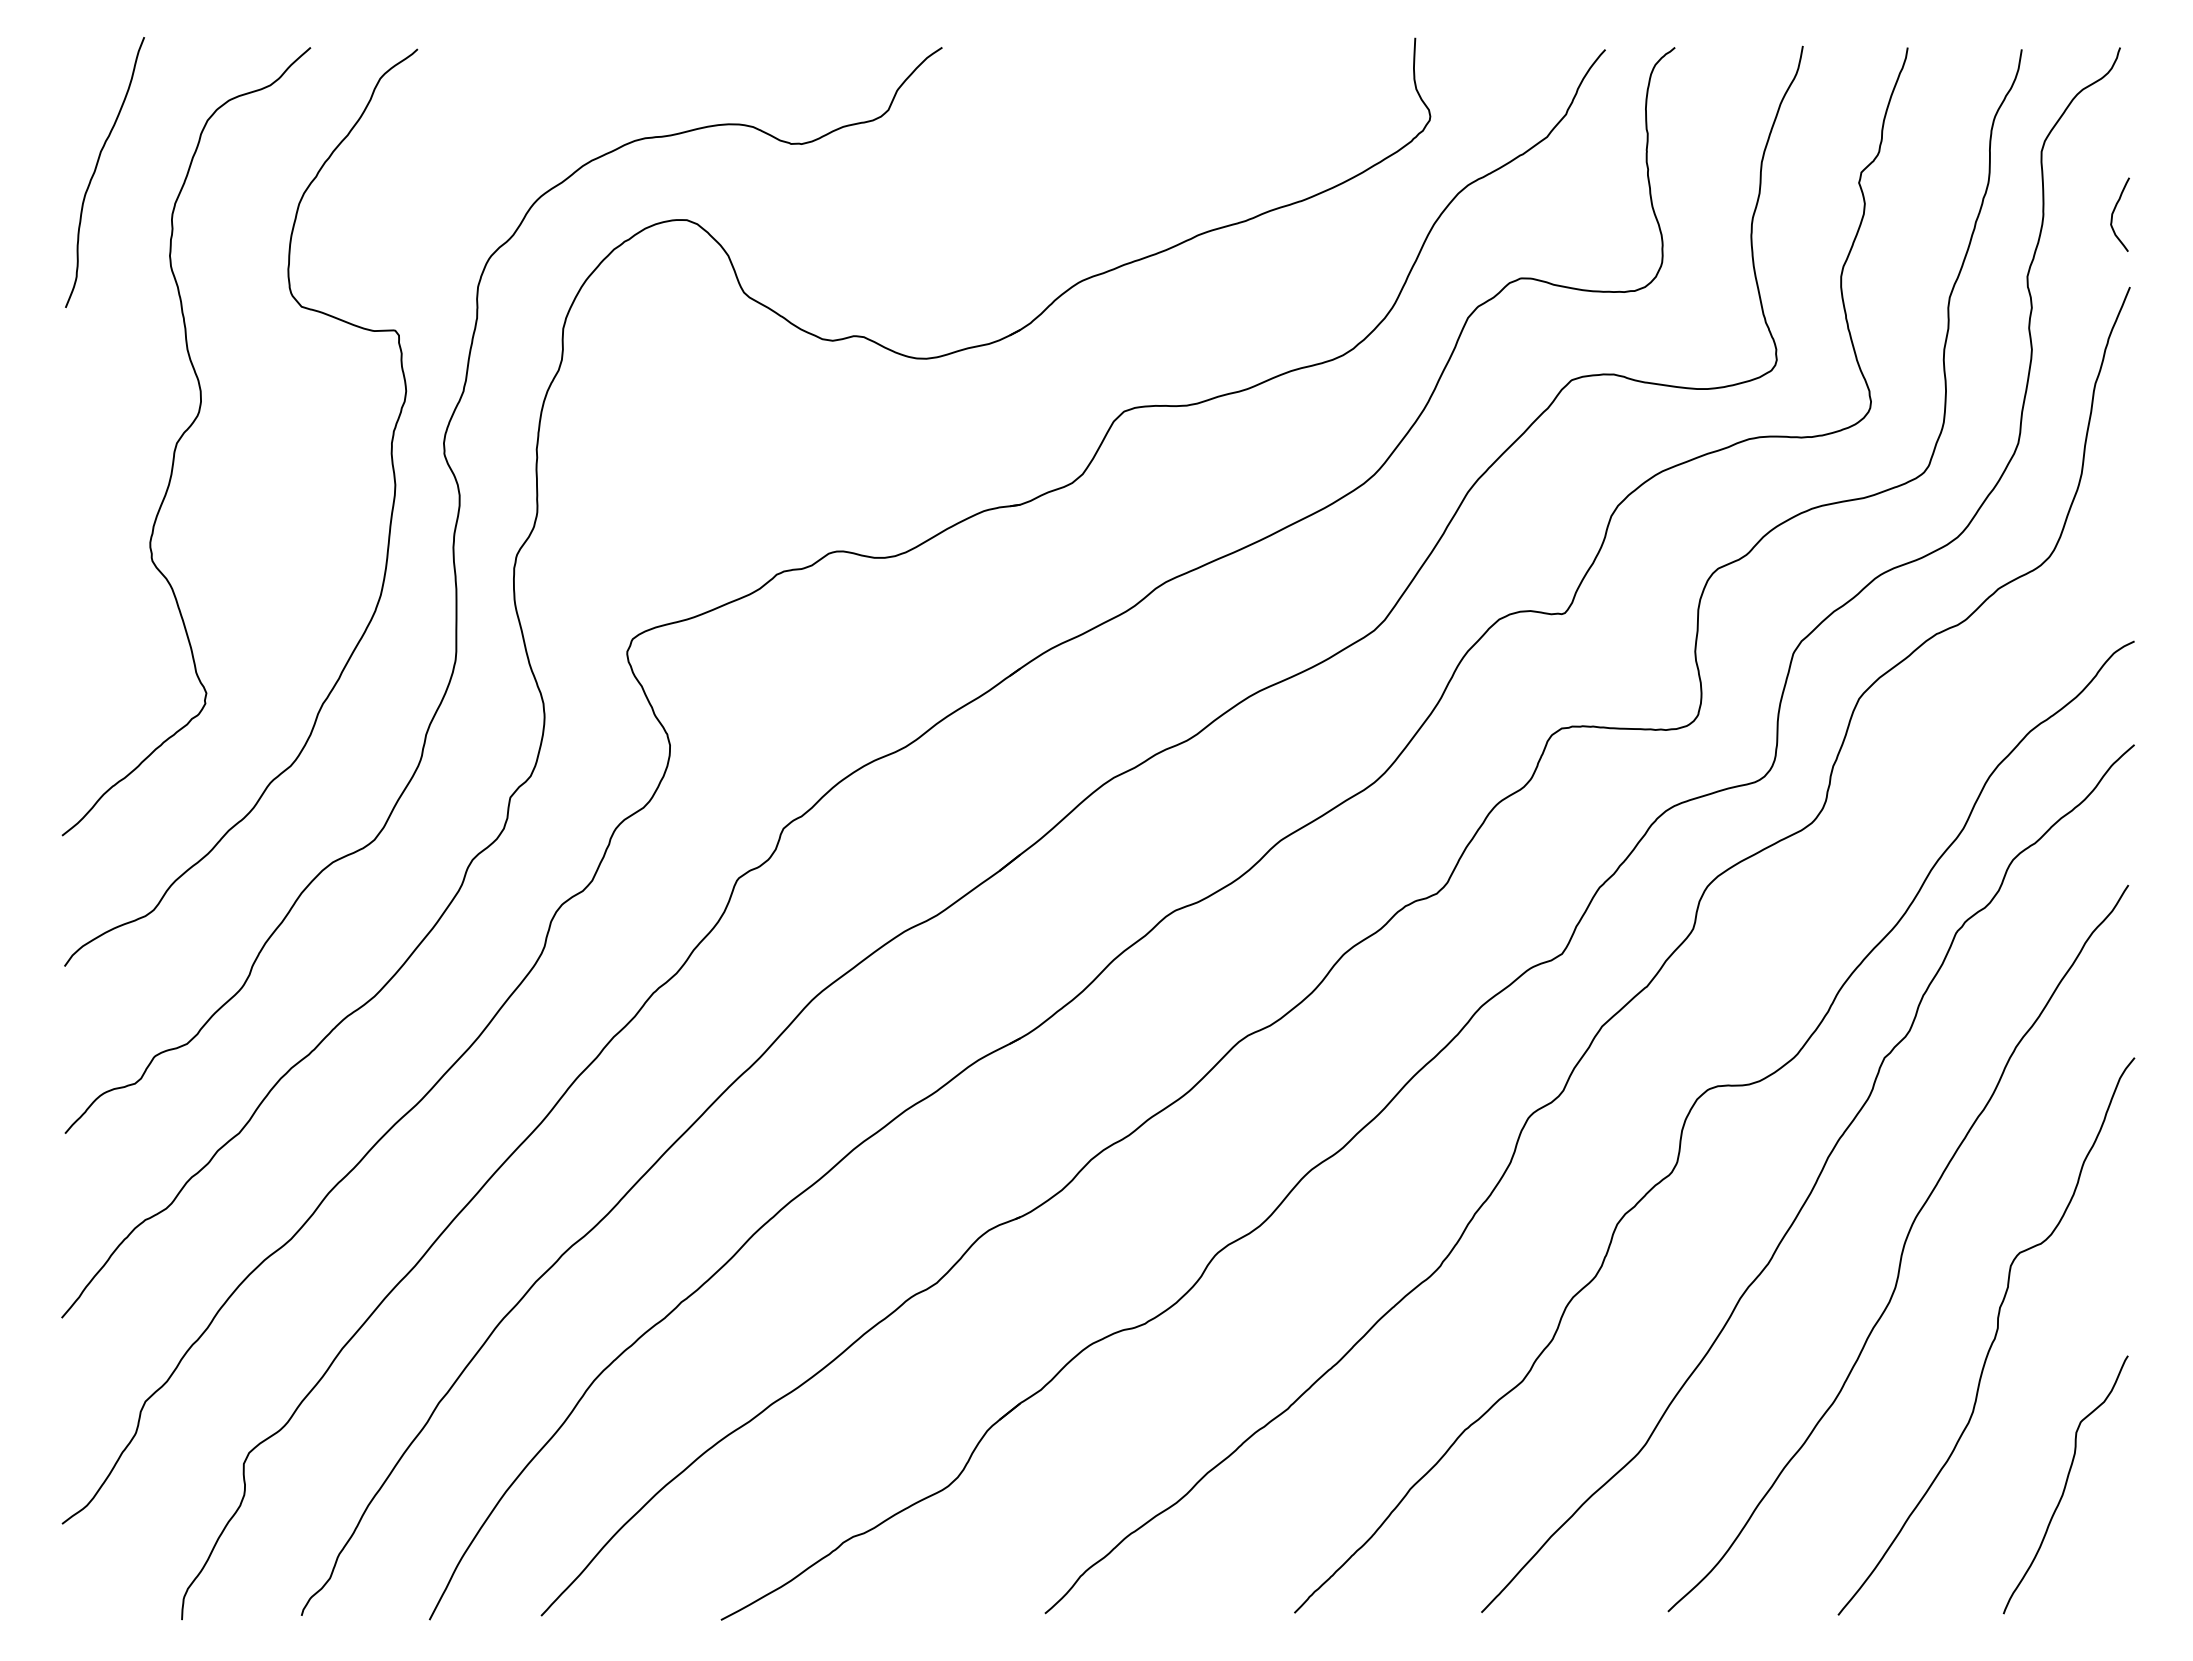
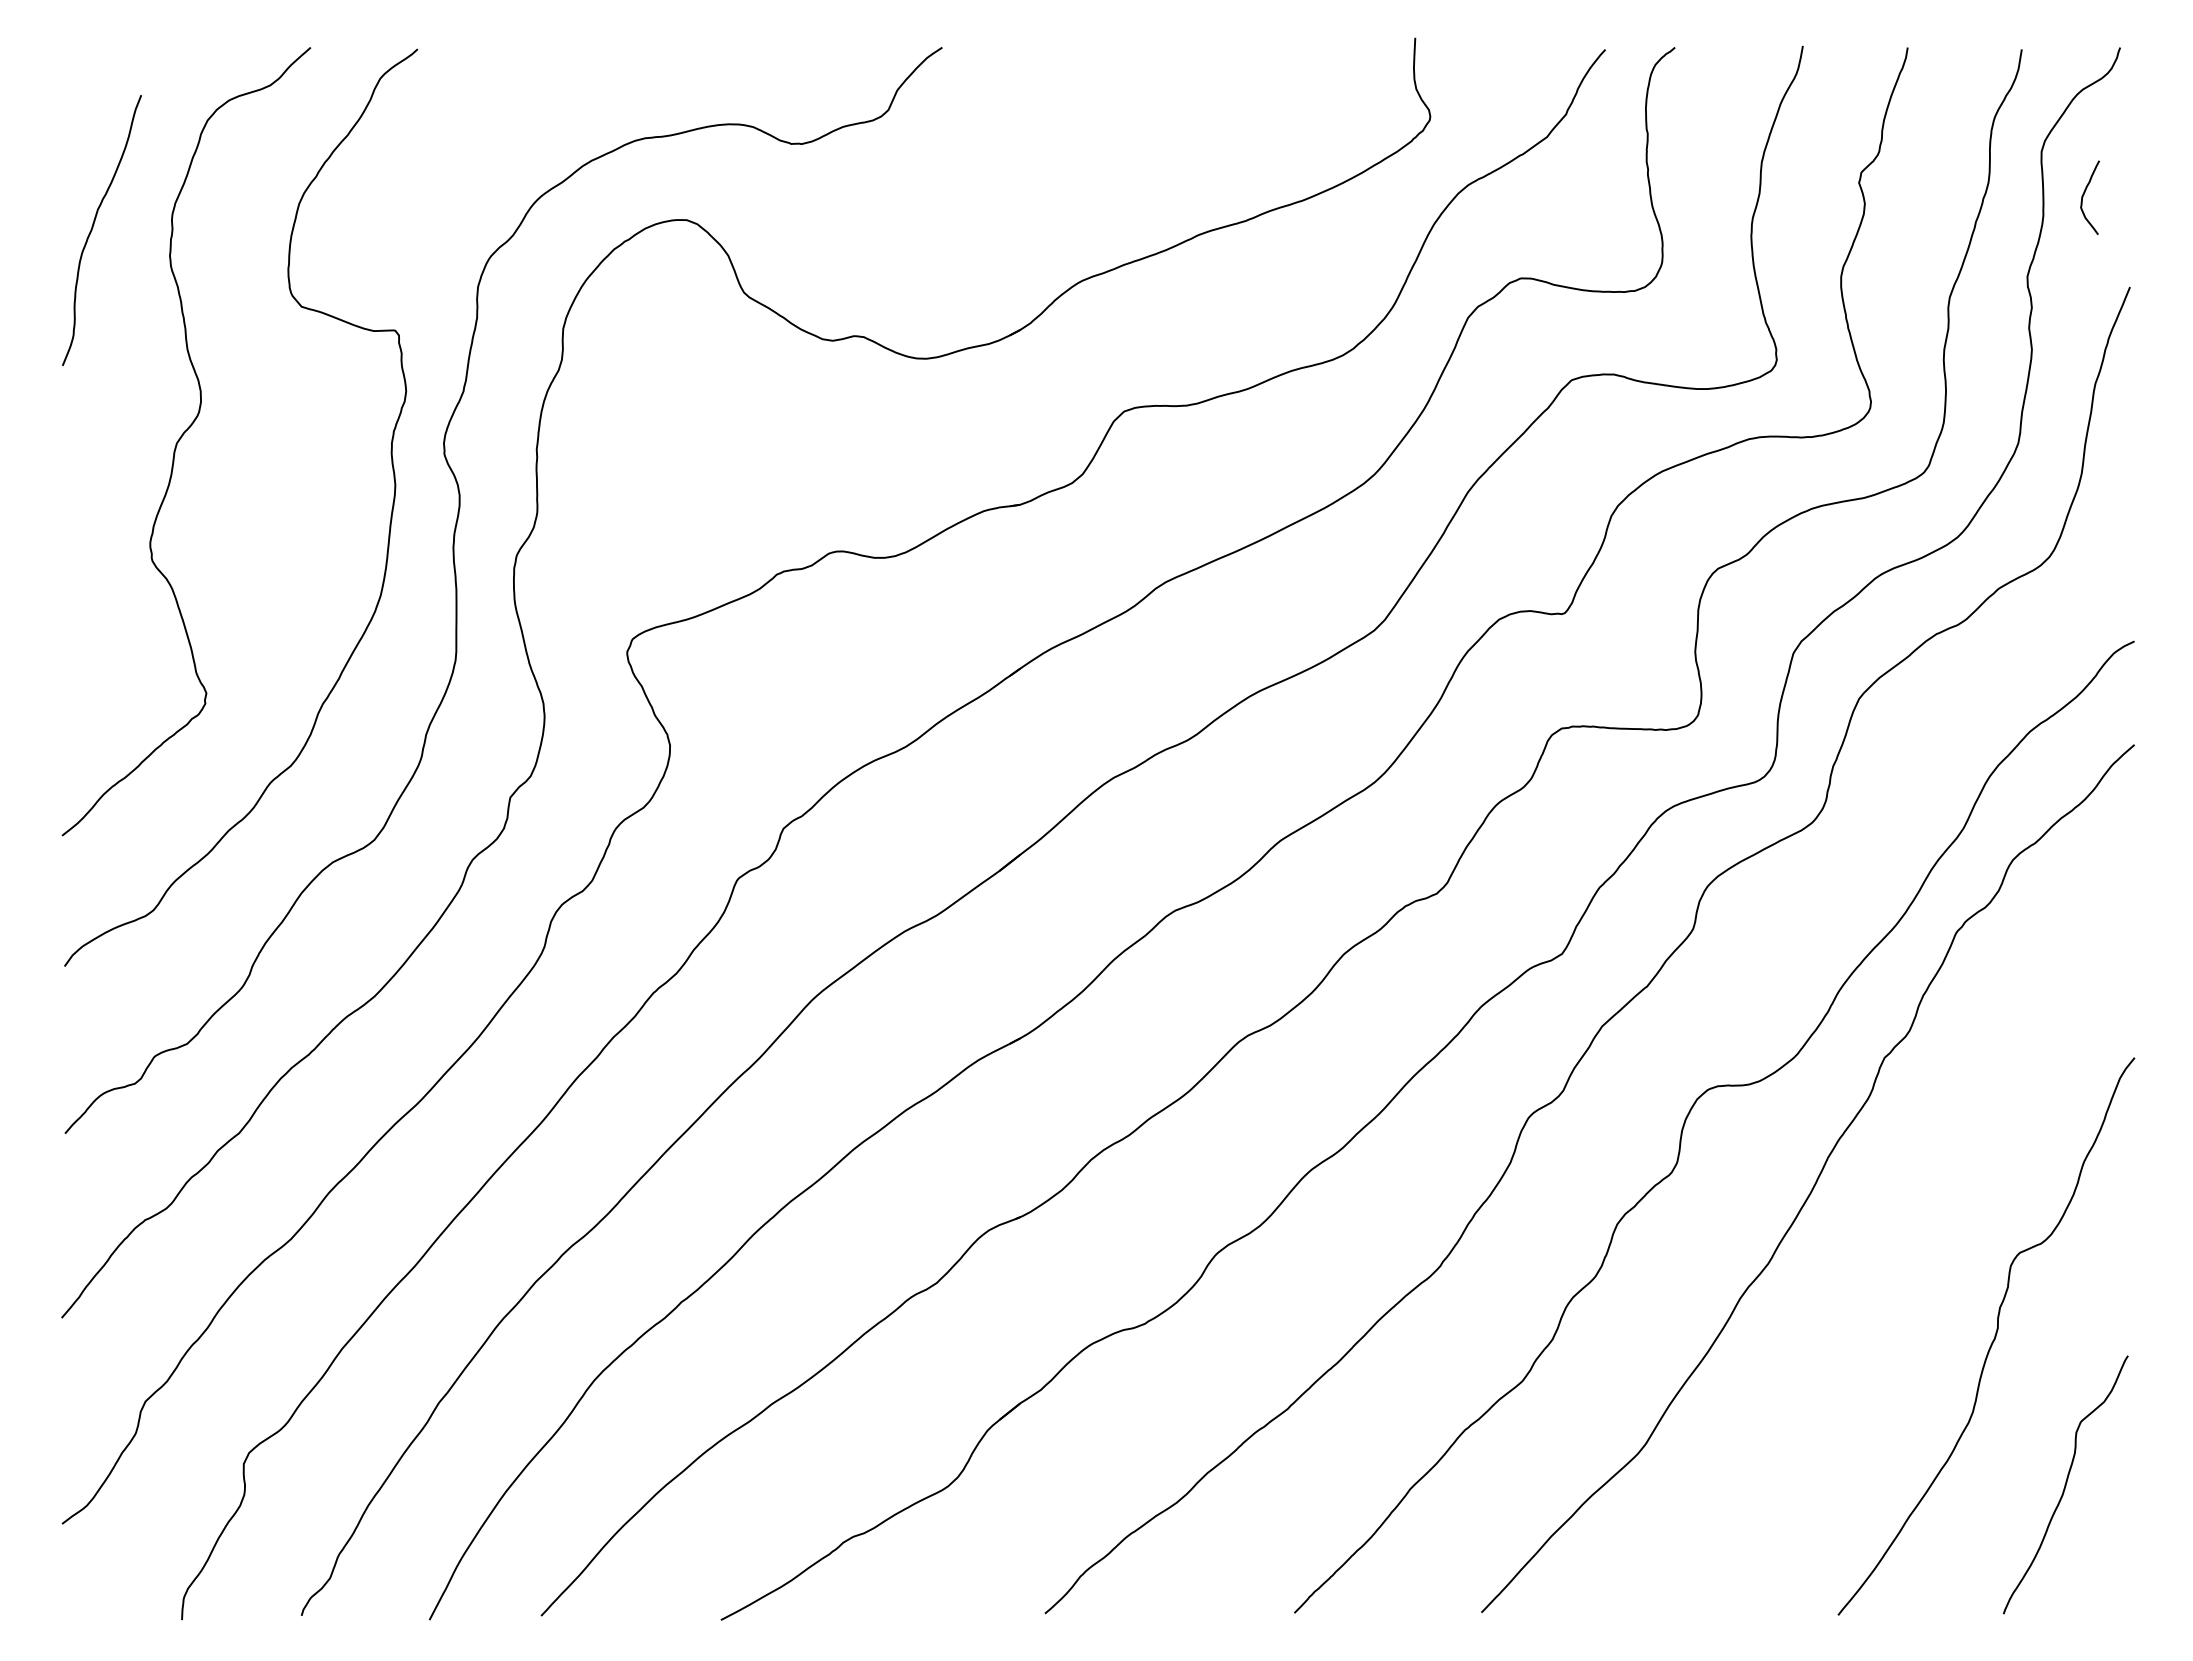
curve at (96, 169) position: (96, 169) -> (93, 227)
curve at (2114, 211) position: (2114, 211) -> (2084, 194)
curve at (1902, 1248): present -> none
